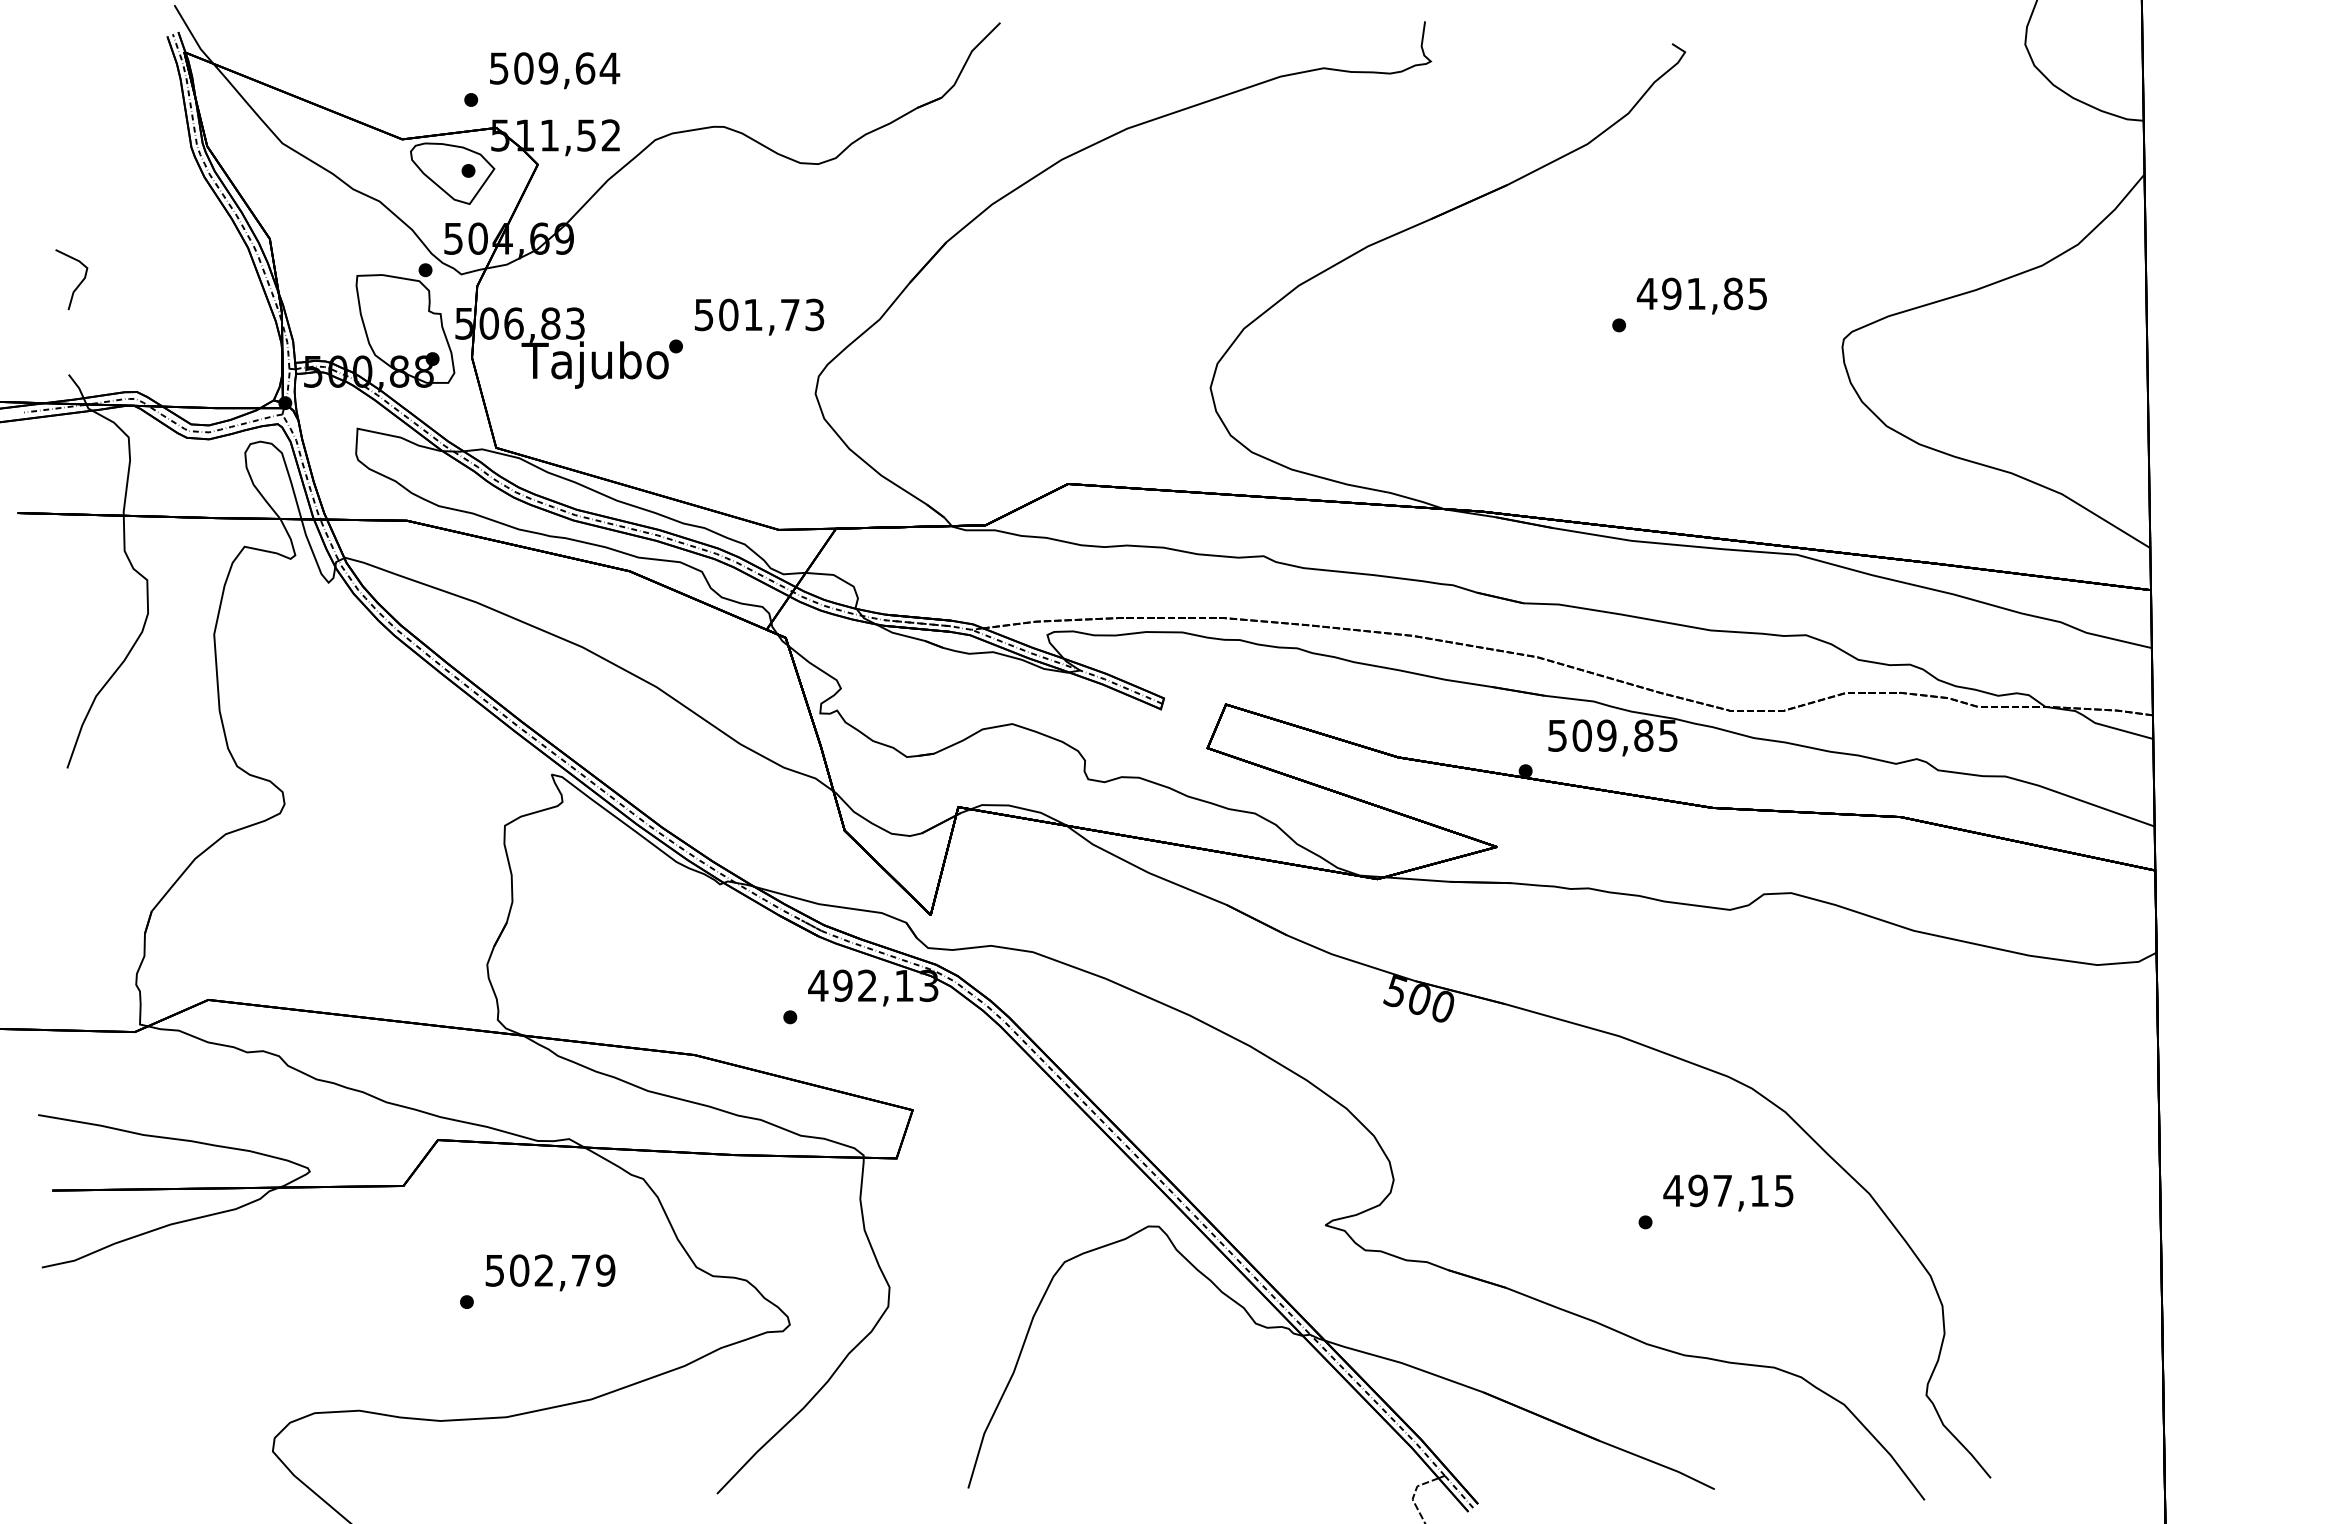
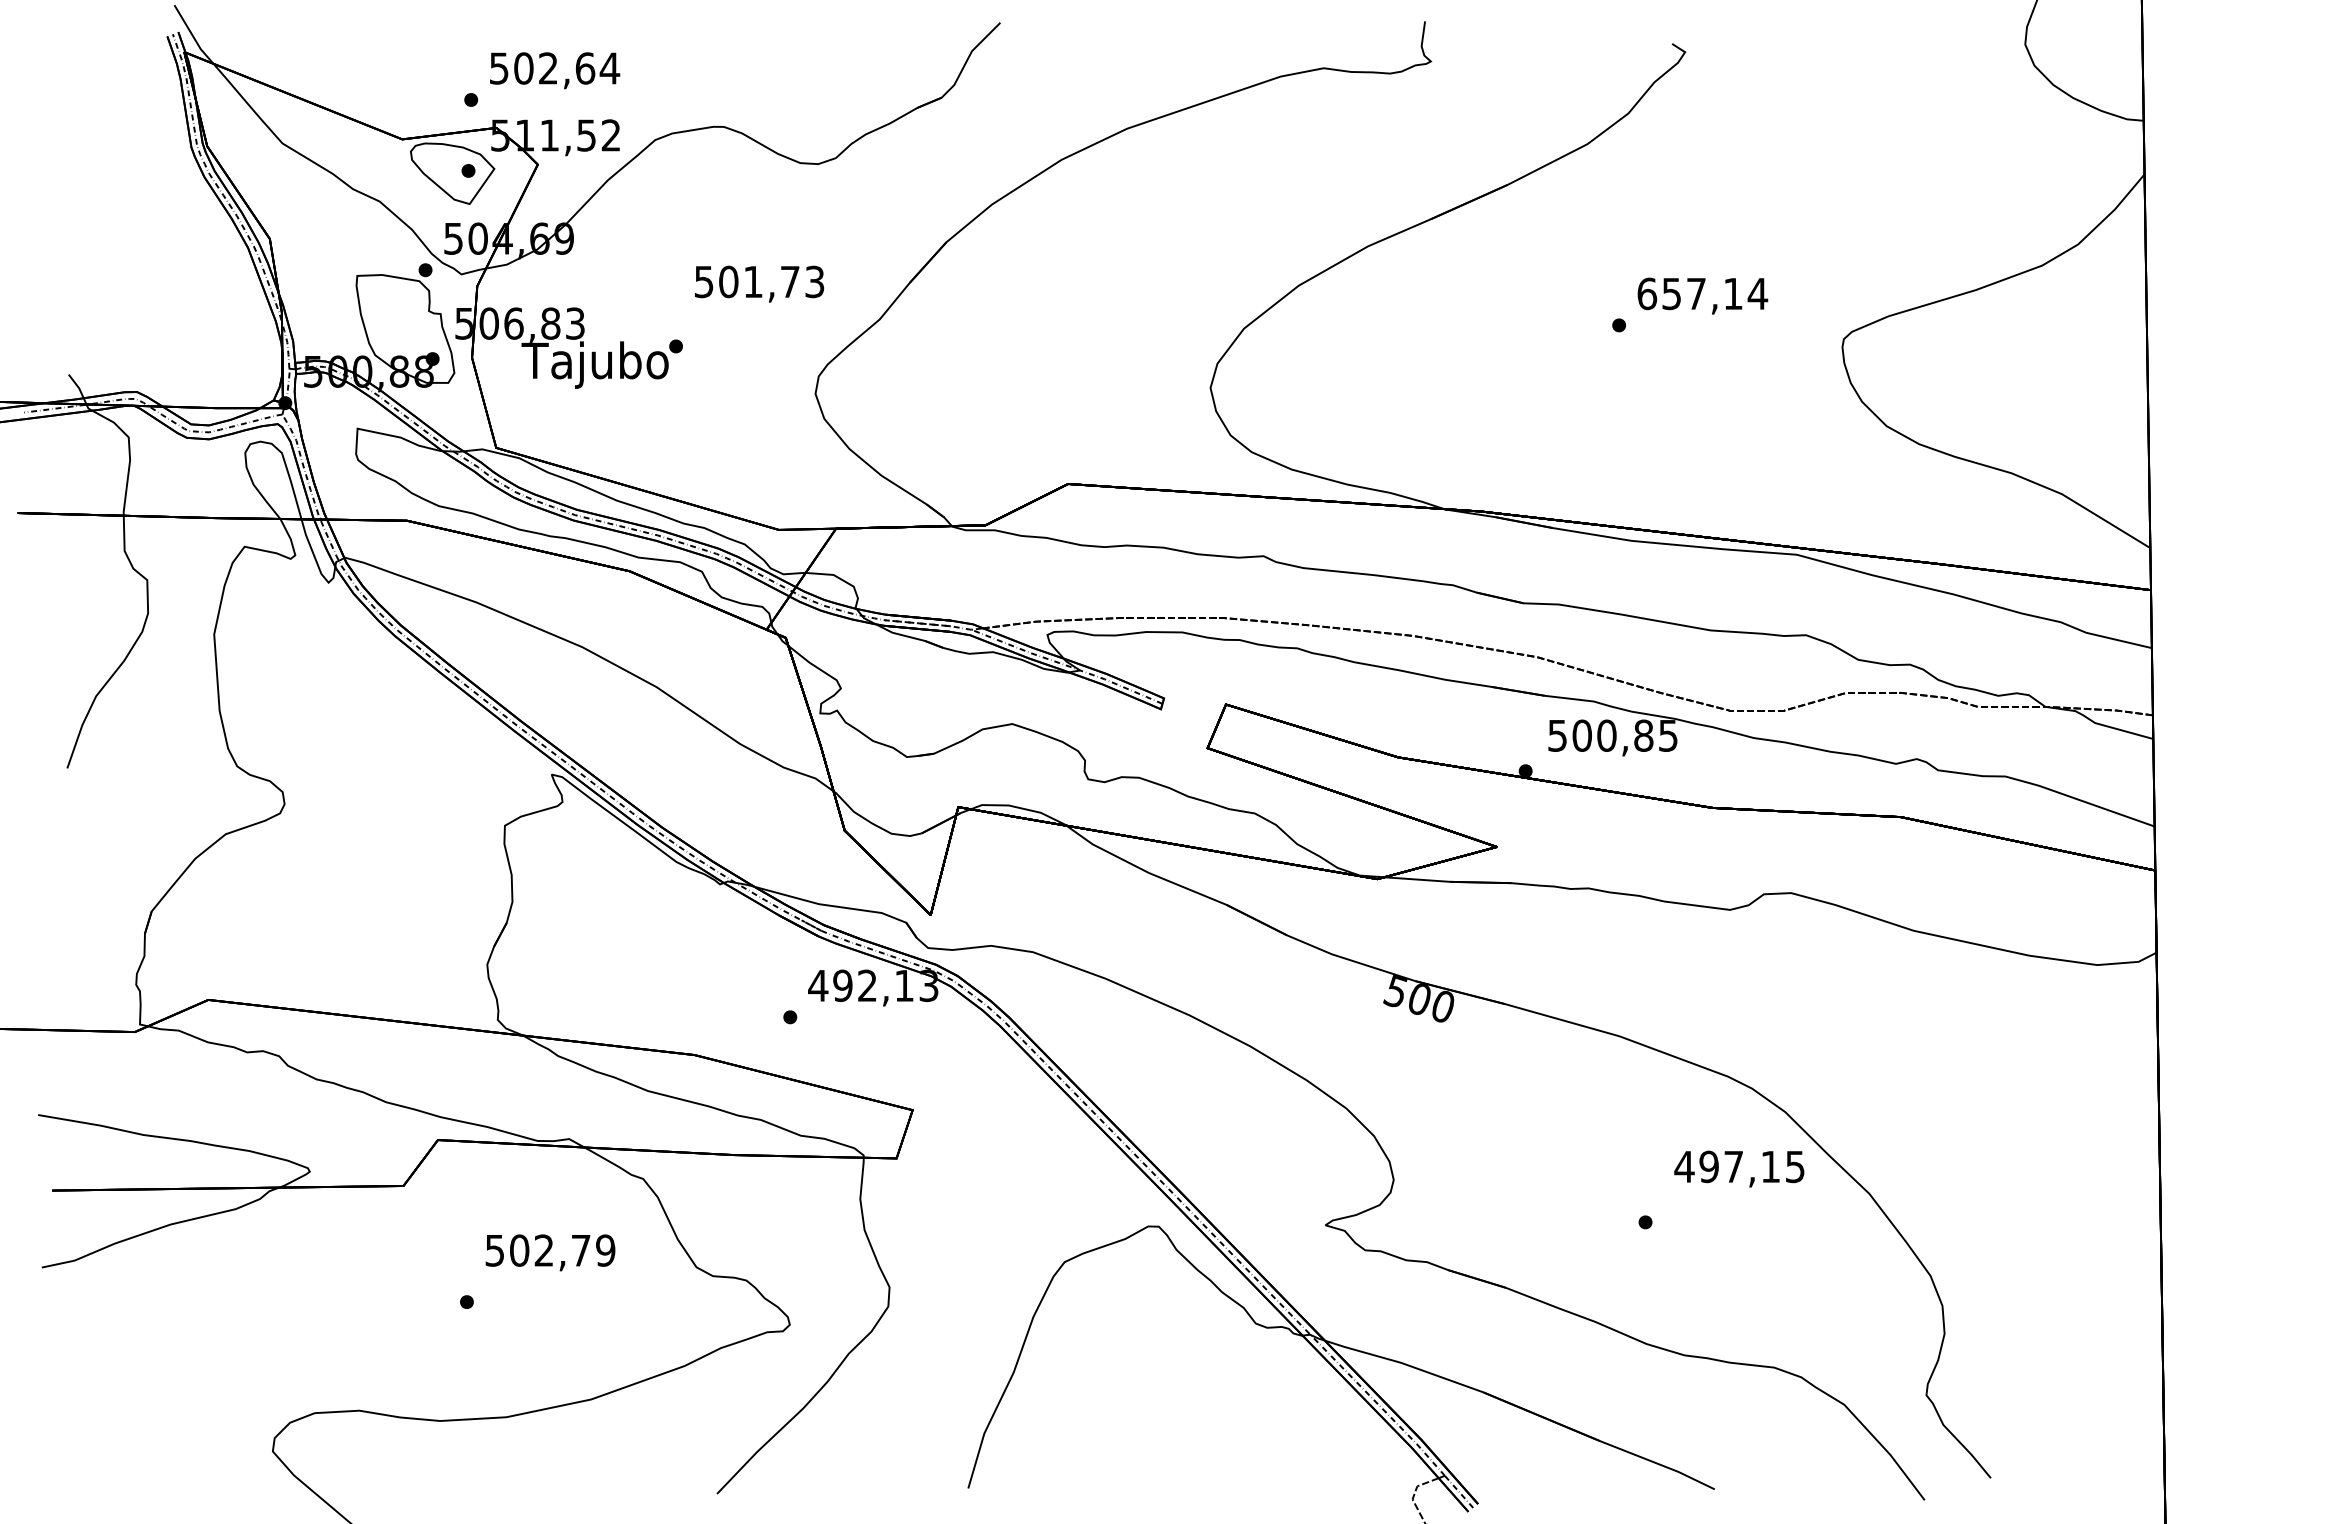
text at (548, 68): 509,64 -> 502,64
curve at (77, 285): present -> none
text at (1702, 293): 491,85 -> 657,14
text at (759, 316) position: (759, 316) -> (759, 283)
text at (1606, 735): 509,85 -> 500,85
text at (1728, 1192) position: (1728, 1192) -> (1739, 1168)
text at (550, 1272) position: (550, 1272) -> (550, 1252)
